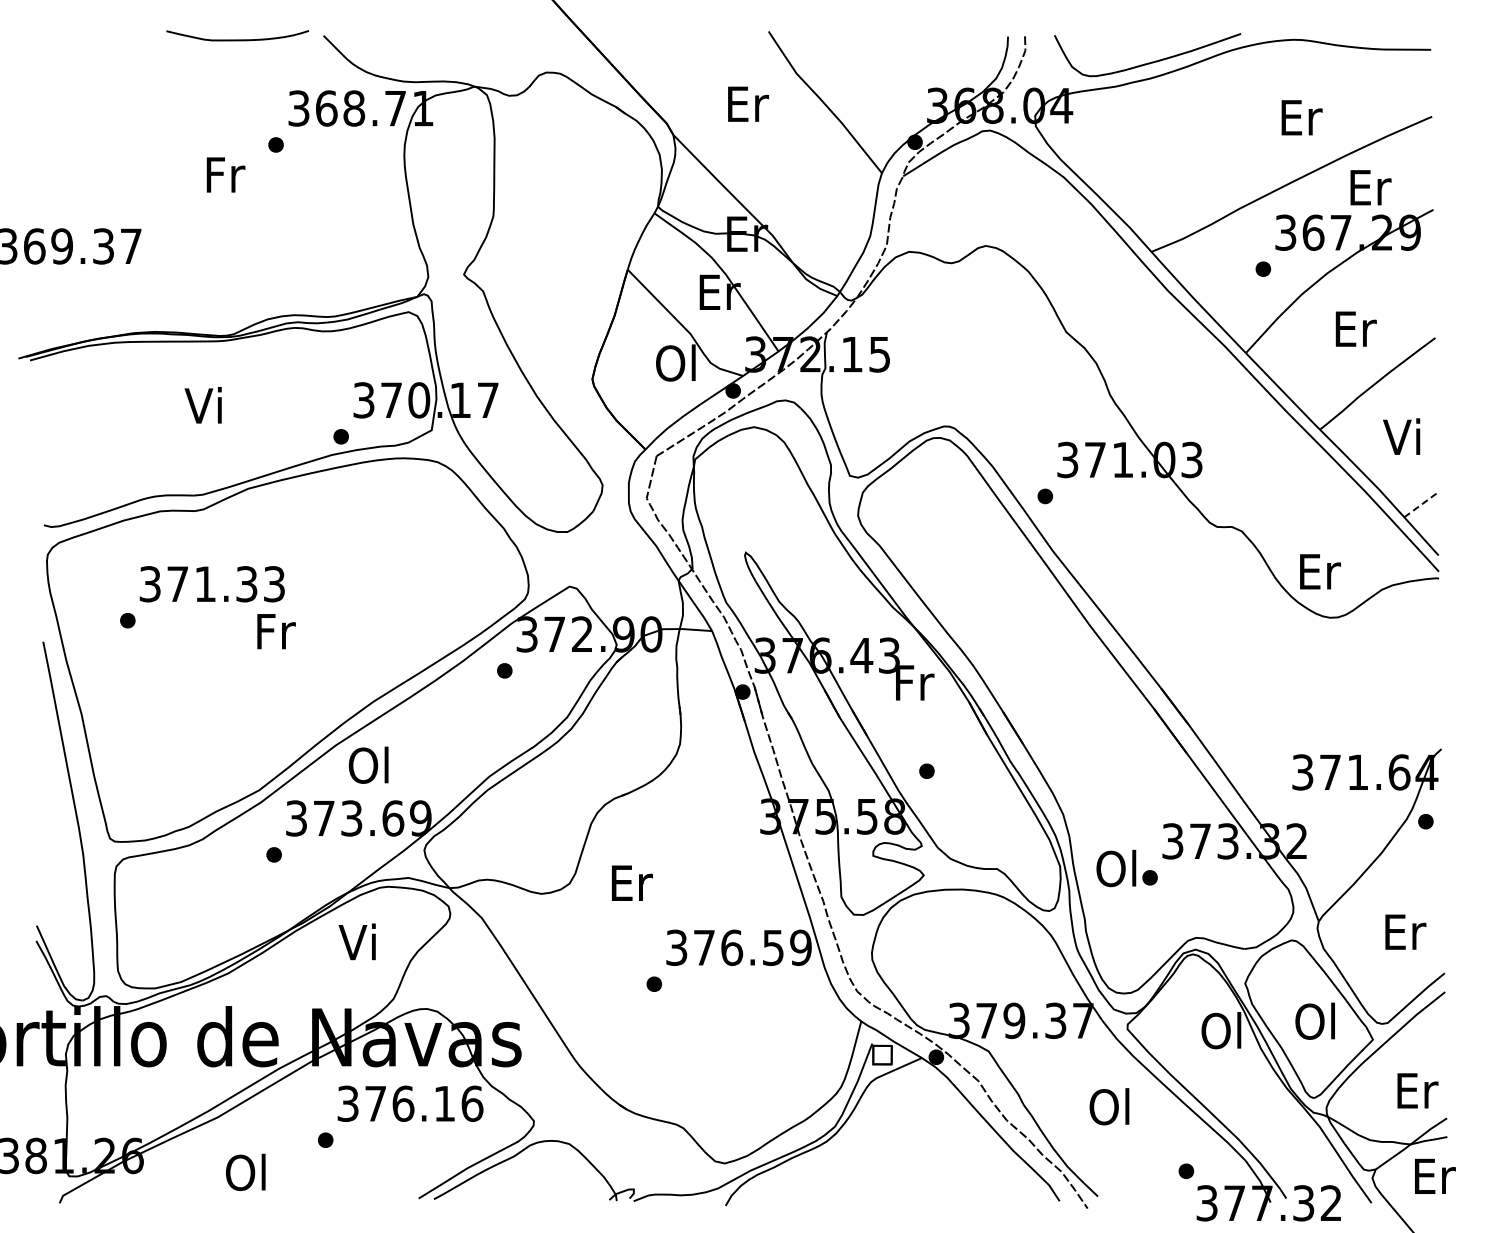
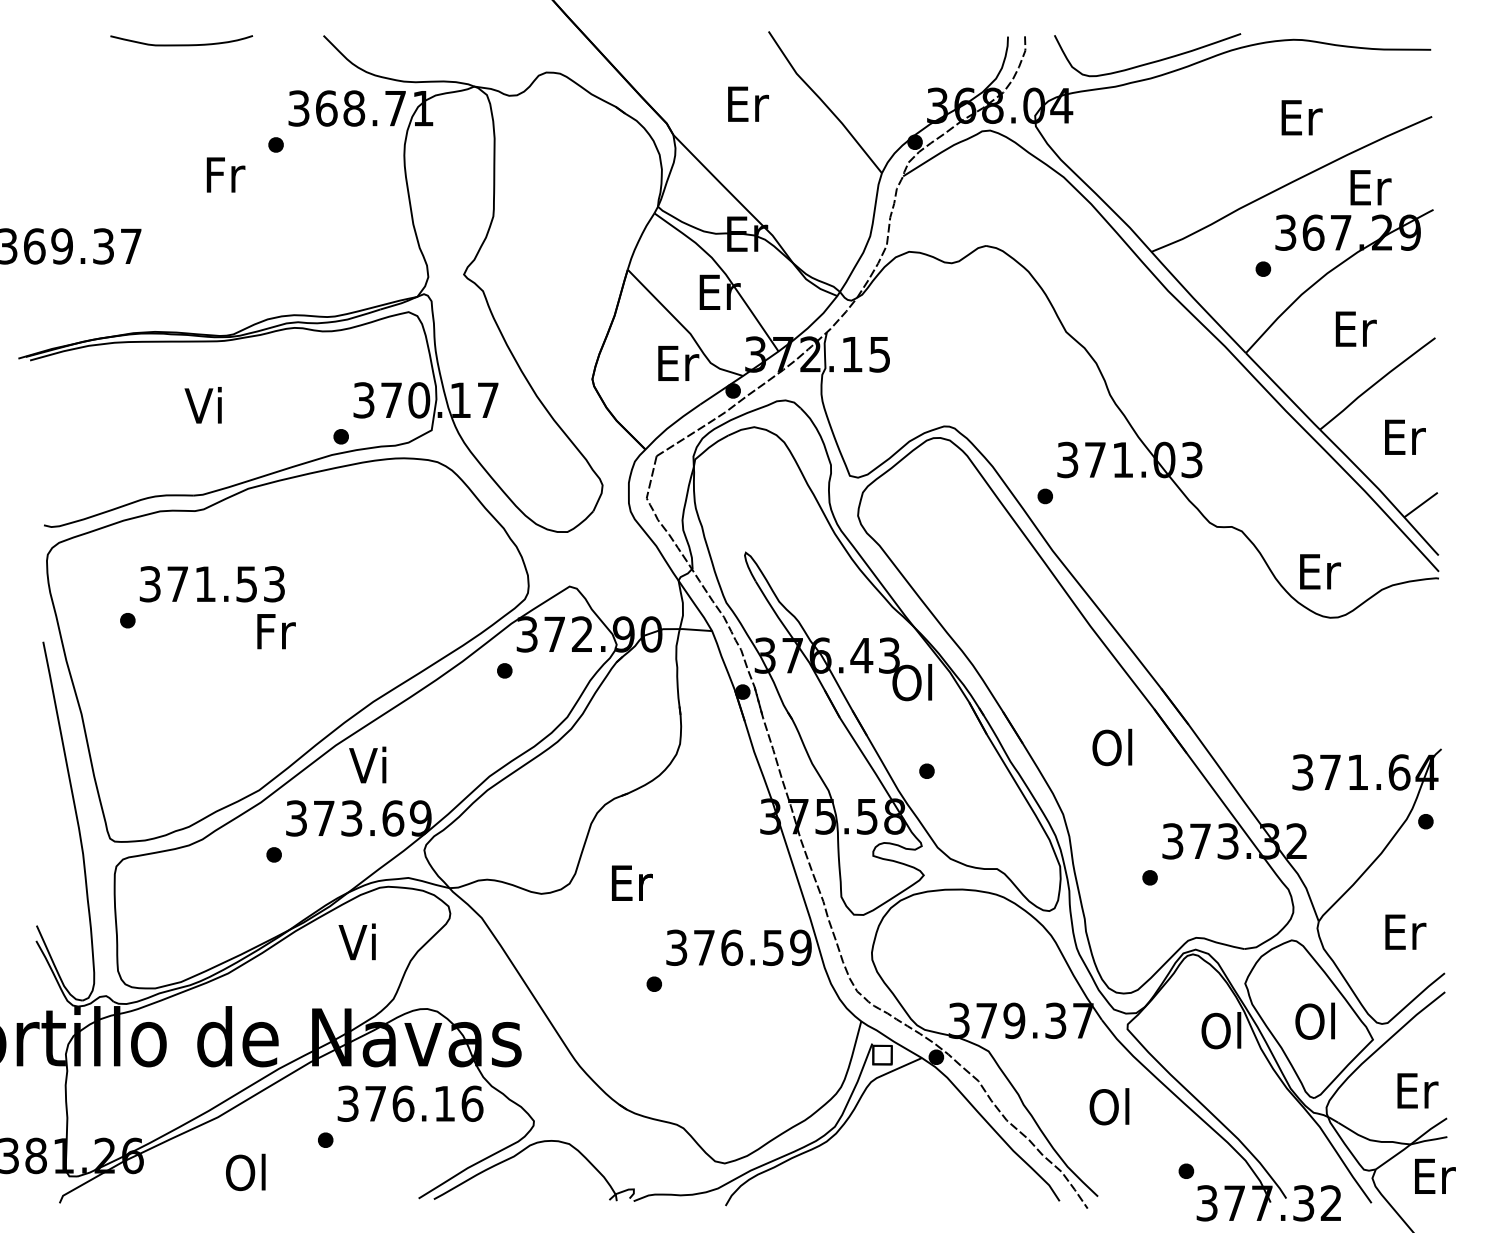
curve at (237, 39) position: (237, 39) -> (181, 44)
text at (677, 362): Ol -> Er
text at (1404, 436): Vi -> Er
line at (1422, 504): dashed -> solid
text at (247, 583): 371.33 -> 371.53
text at (913, 682): Fr -> Ol
text at (368, 764): Ol -> Vi
text at (1116, 868) position: (1116, 868) -> (1112, 747)
